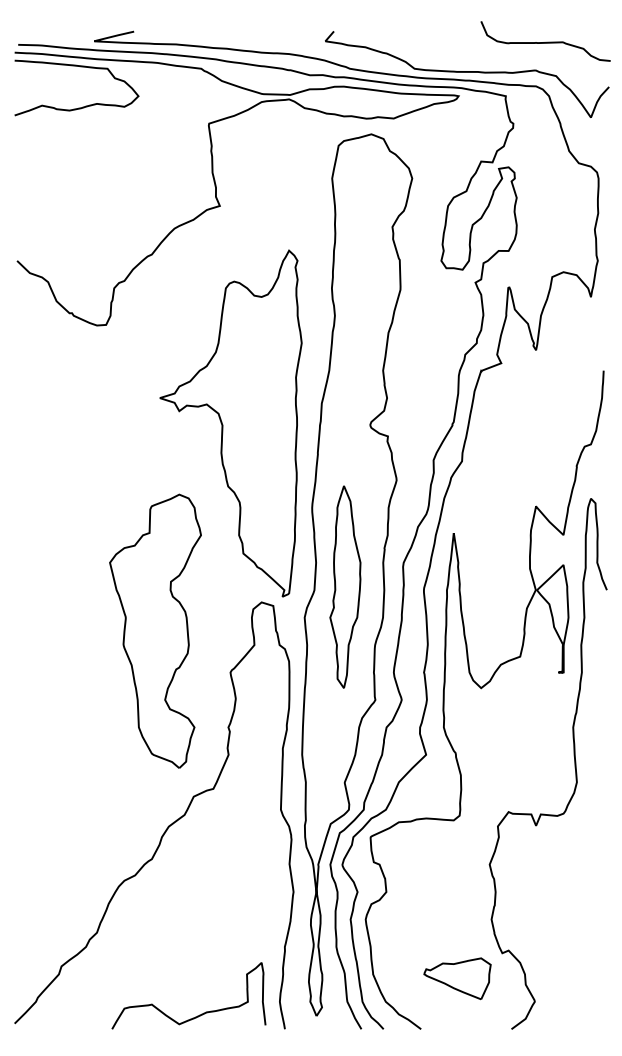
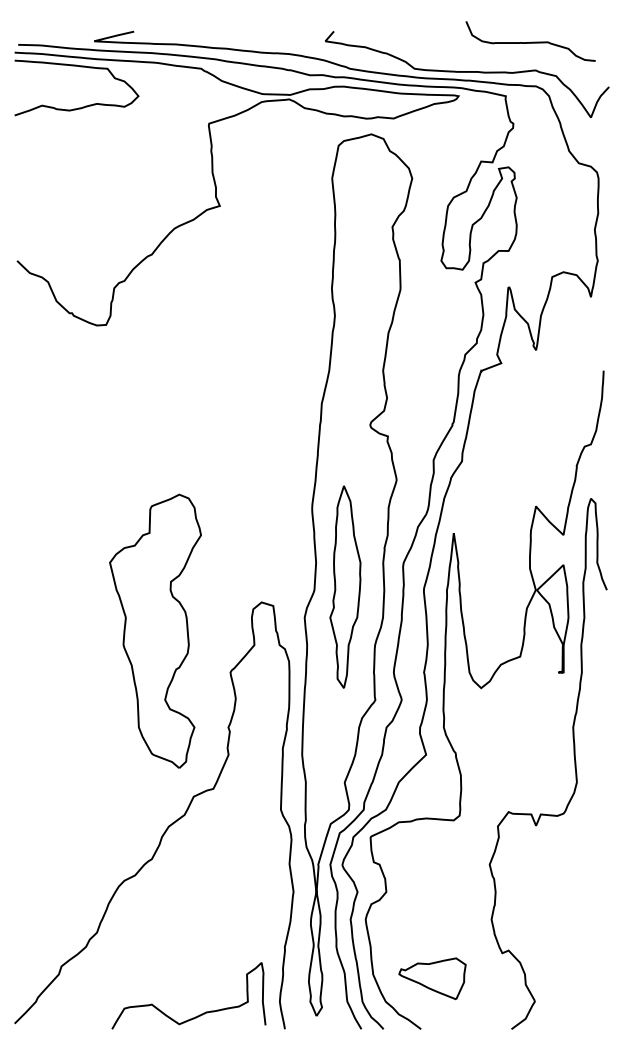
curve at (546, 41) position: (546, 41) -> (531, 41)
part at (230, 423): present -> none
part at (457, 978) position: (457, 978) -> (432, 978)
